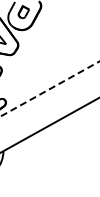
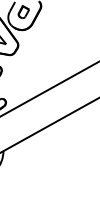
line at (49, 89): dashed -> solid
